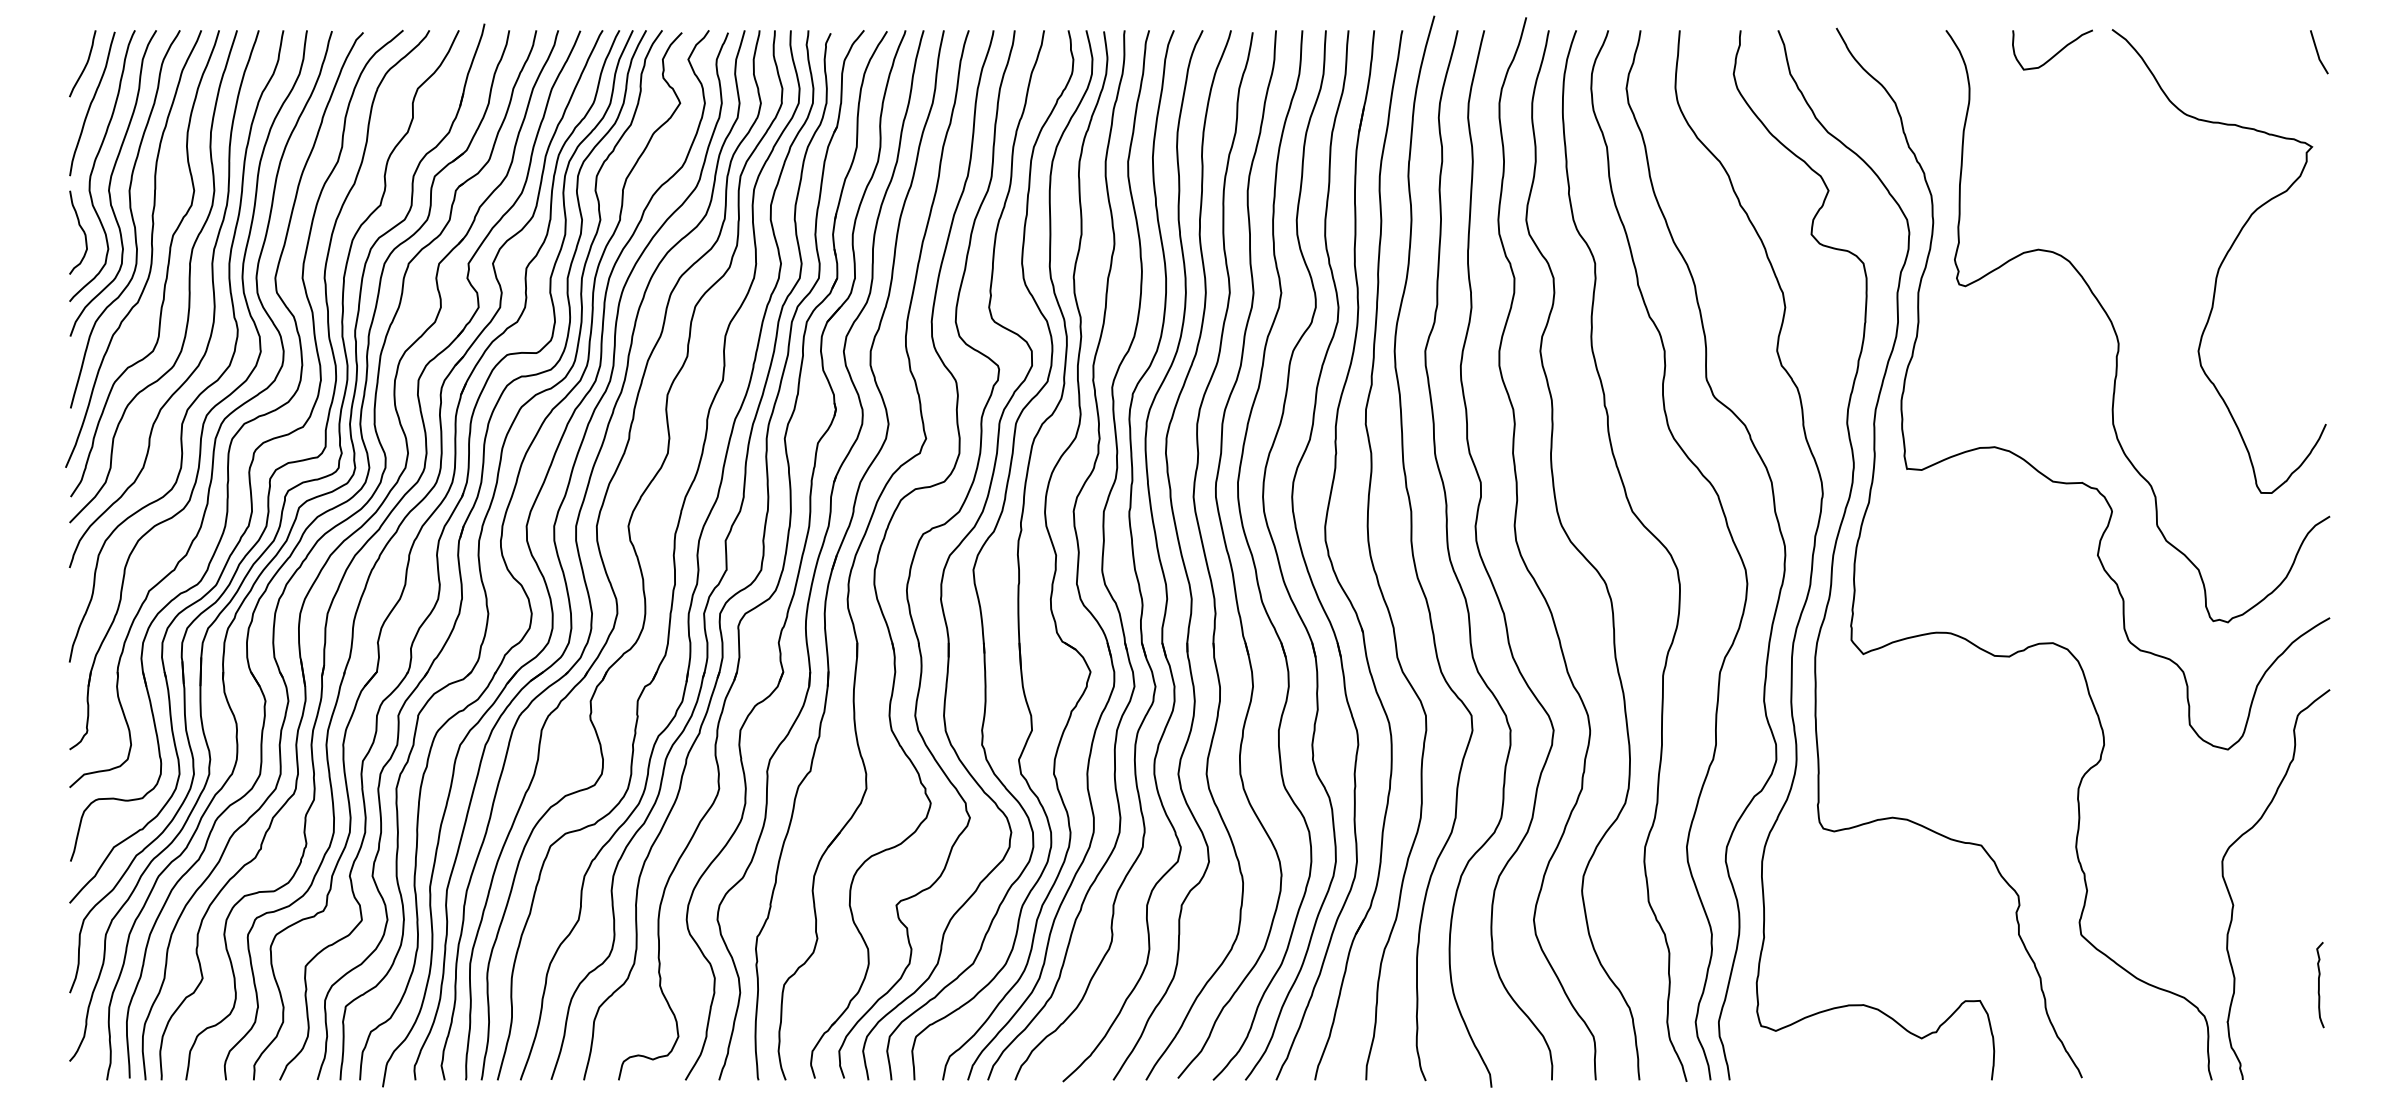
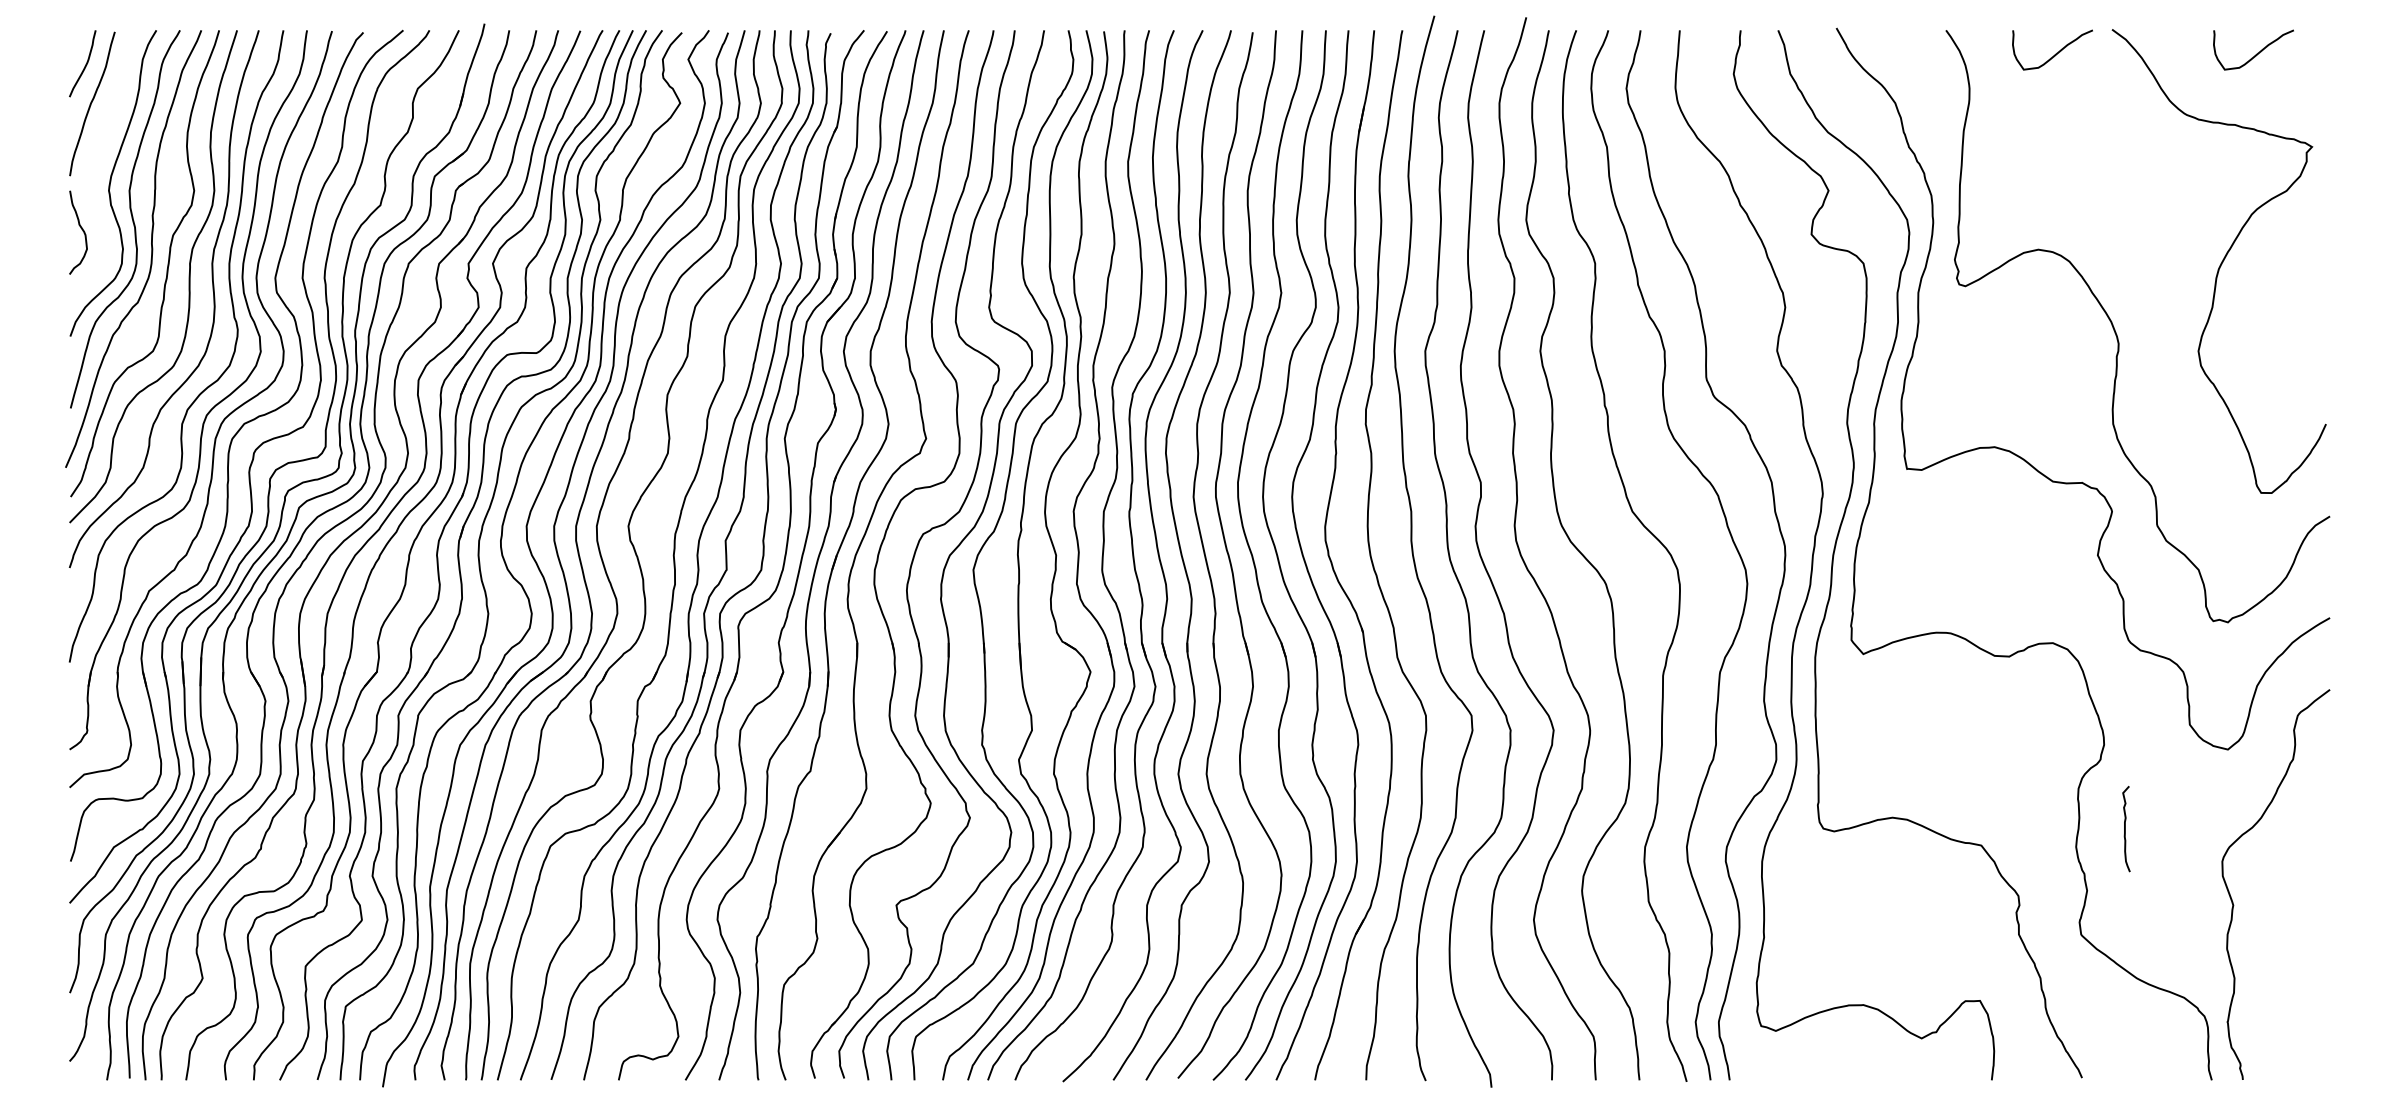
curve at (2257, 52): none -> present
line at (2318, 52): present -> none
curve at (95, 163): present -> none
curve at (2319, 985) position: (2319, 985) -> (2125, 829)
